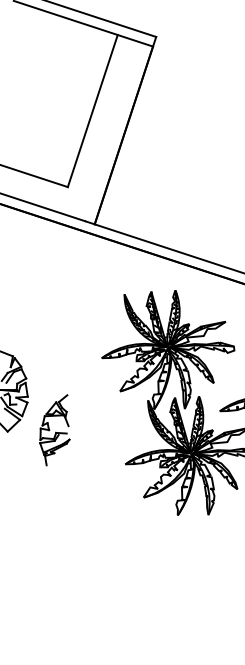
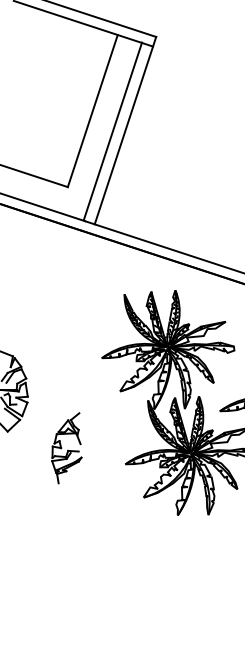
line at (123, 135) position: (123, 135) -> (112, 131)
part at (54, 430) position: (54, 430) -> (66, 448)
